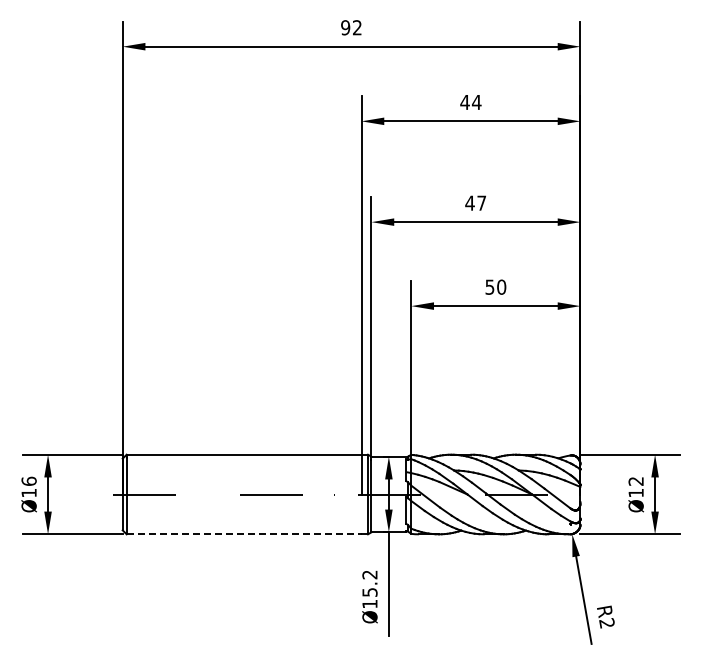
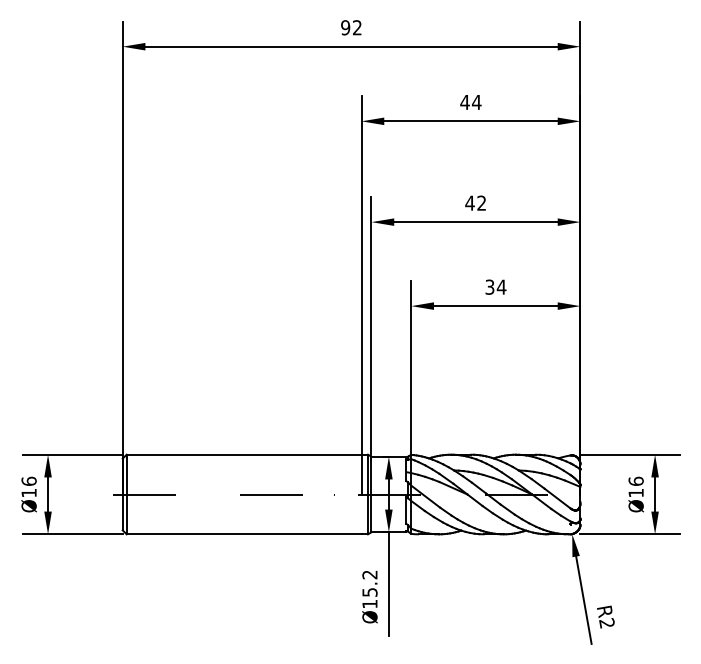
text at (481, 202): 47 -> 42
text at (496, 286): 50 -> 34
text at (635, 480): Ø12 -> Ø16
line at (244, 534): dashed -> solid
